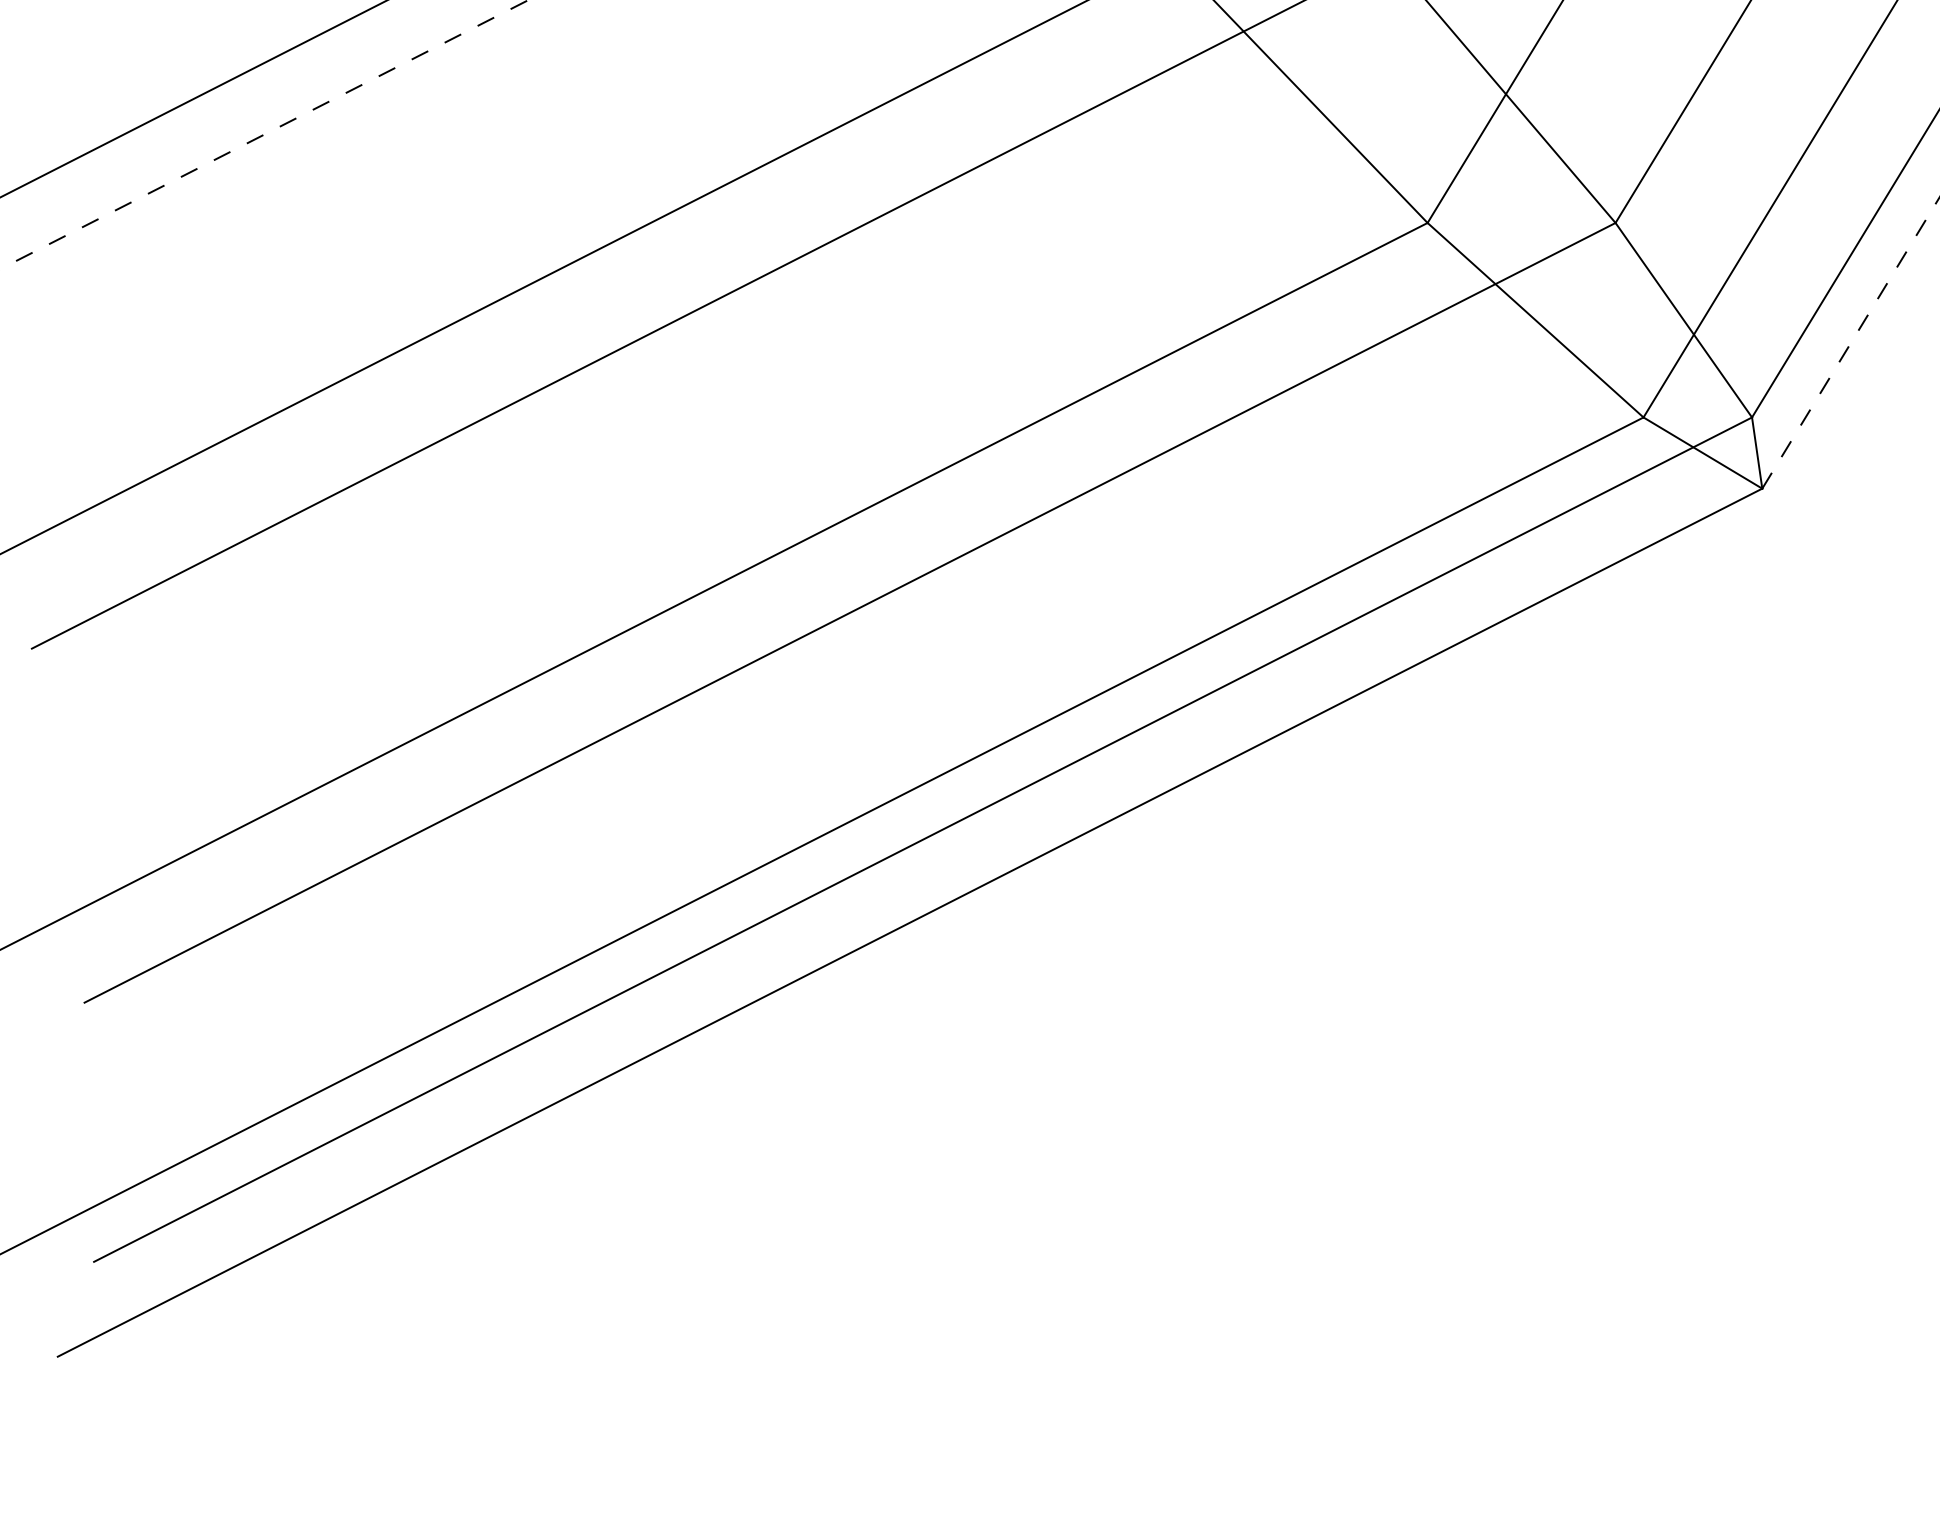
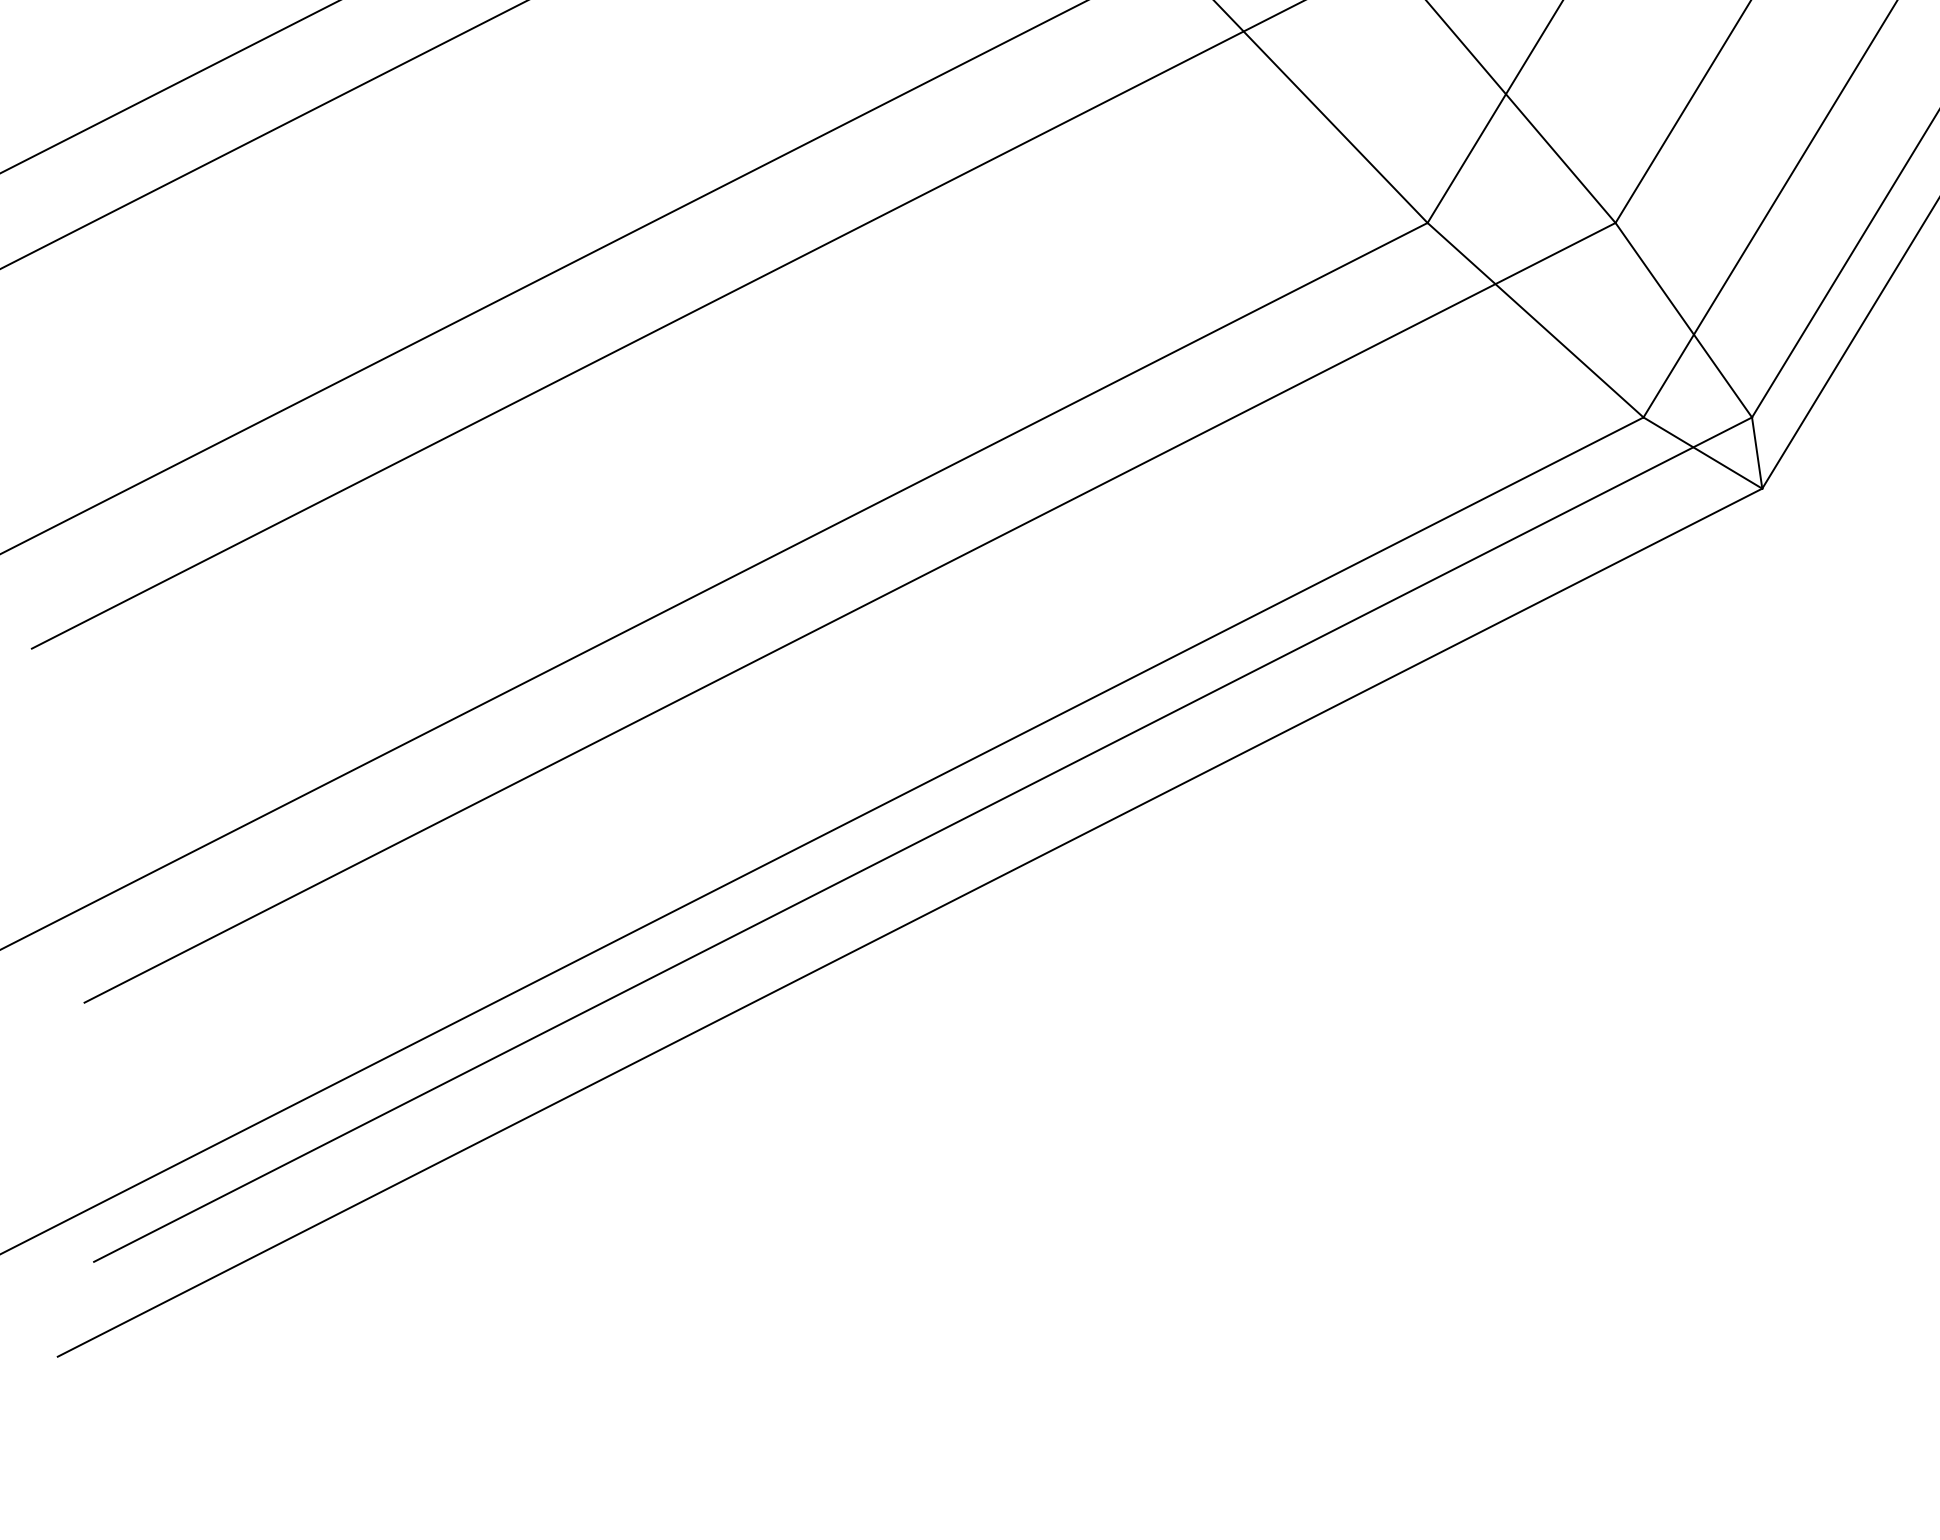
line at (192, 99) position: (192, 99) -> (169, 87)
line at (264, 134): dashed -> solid
line at (1851, 342): dashed -> solid
